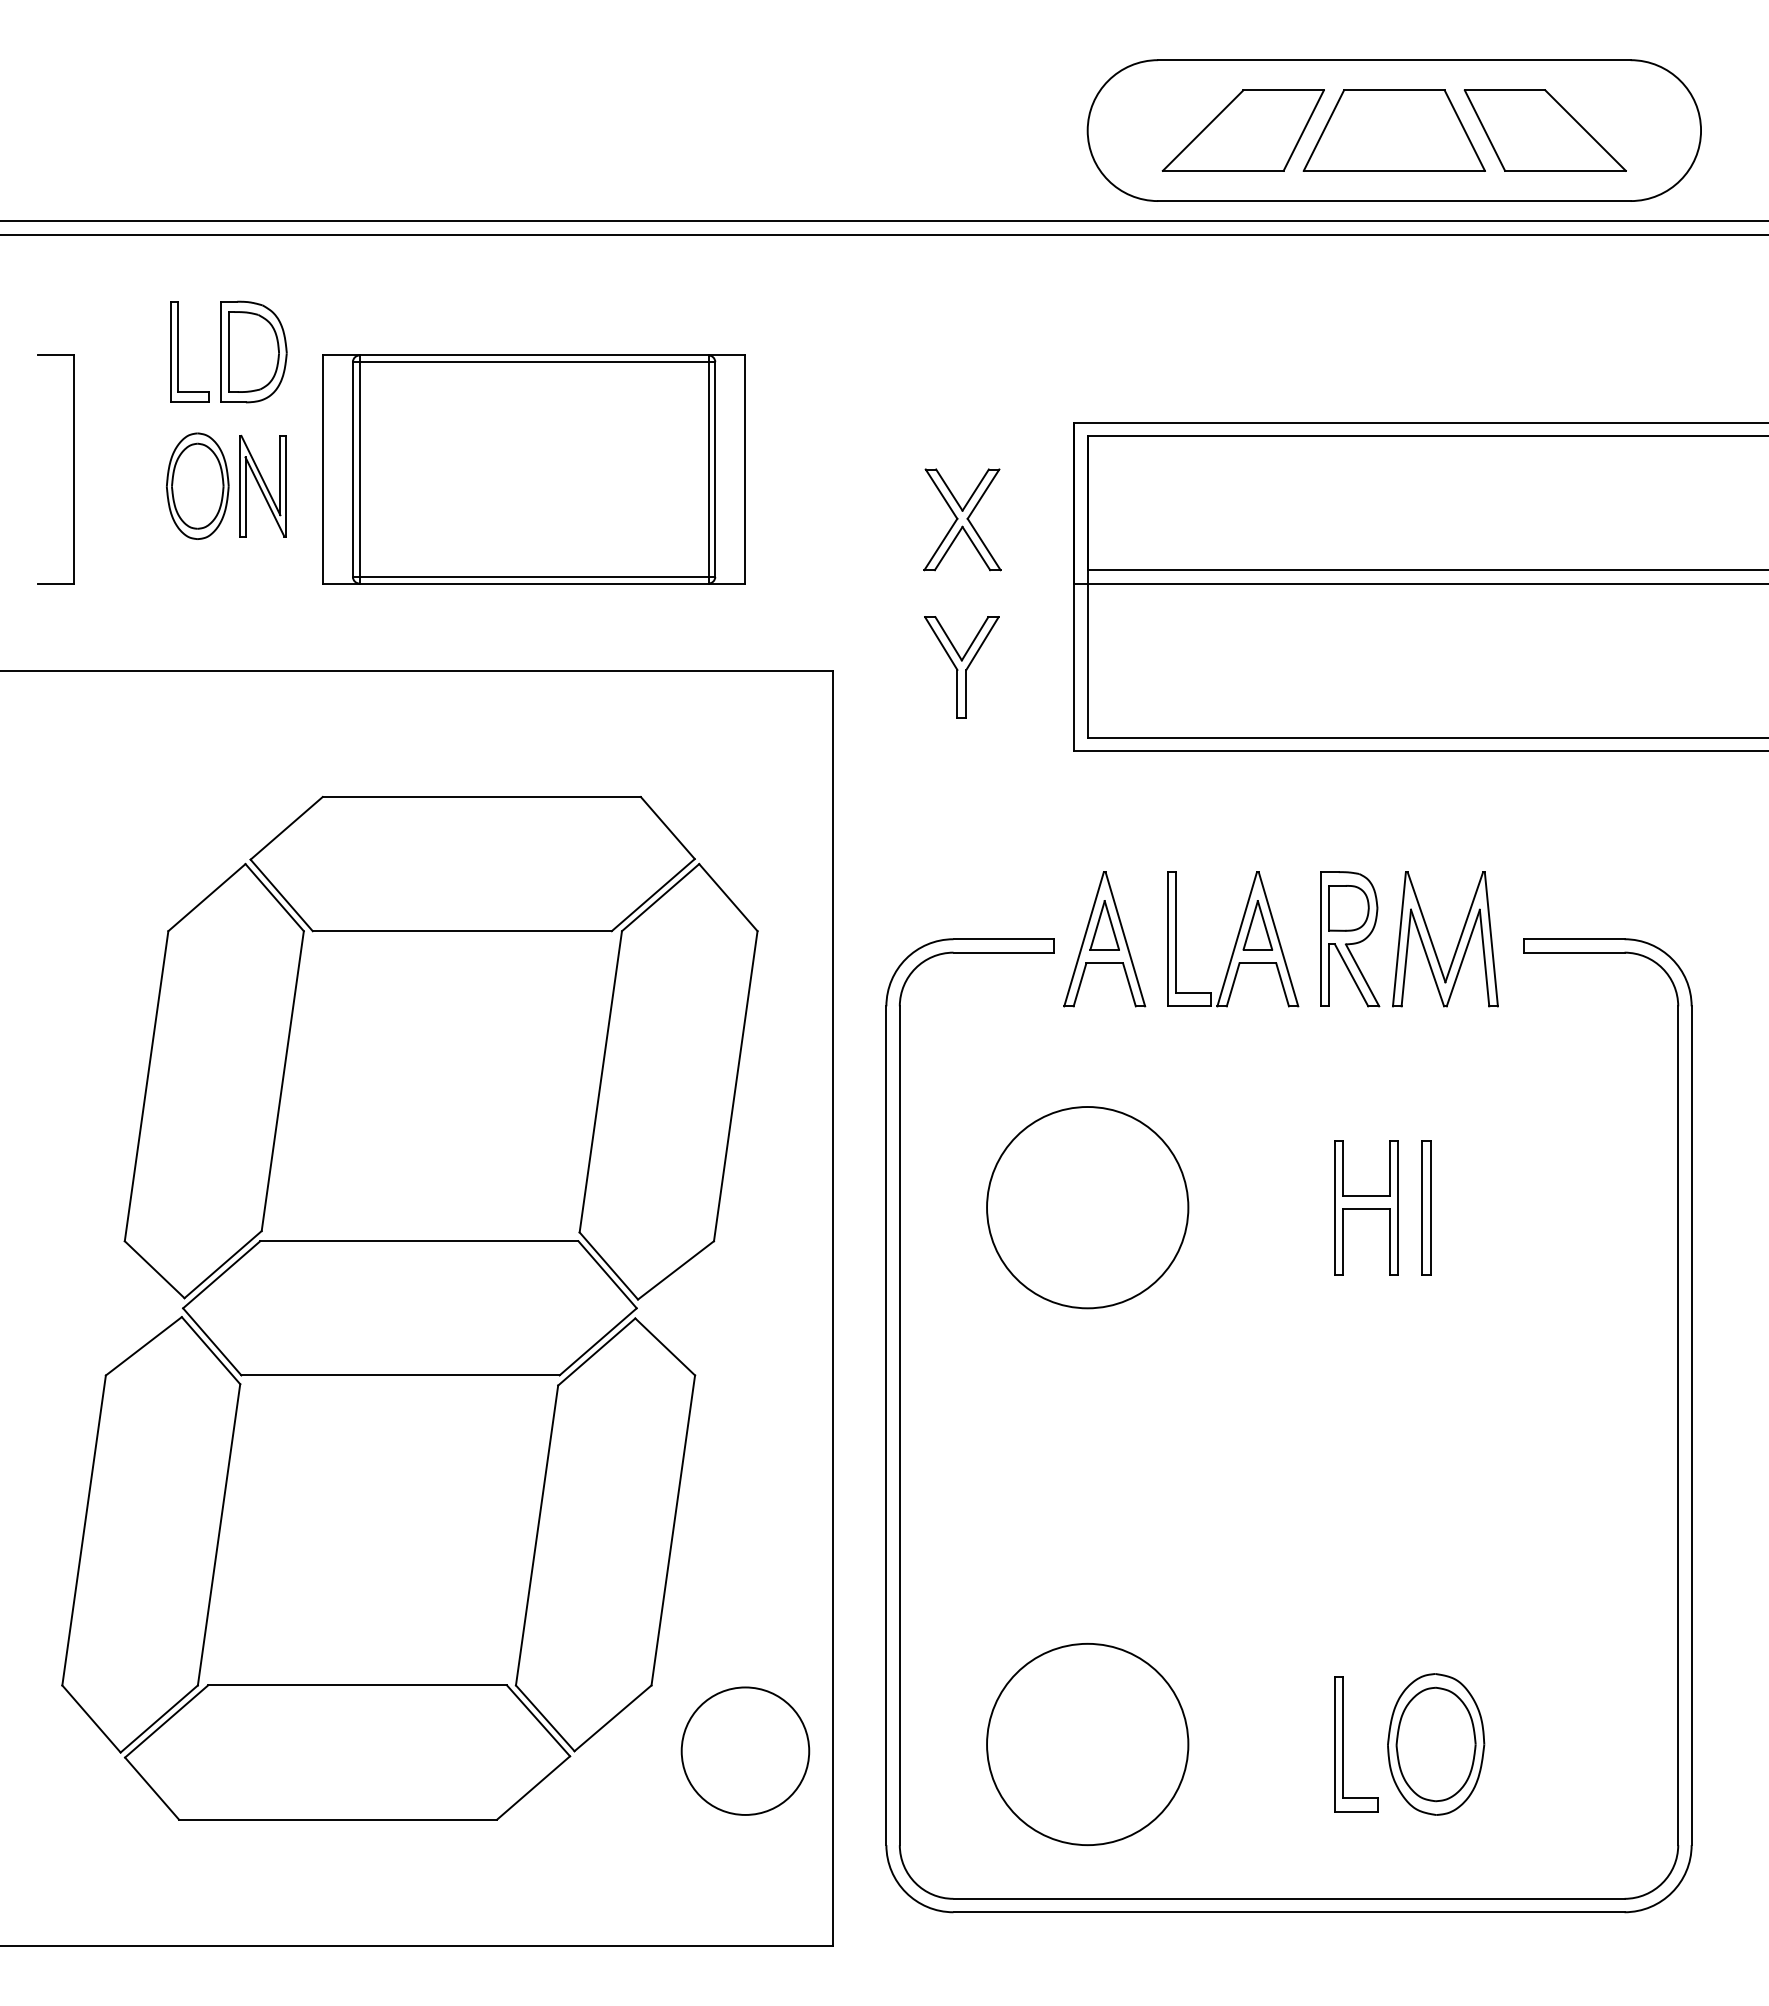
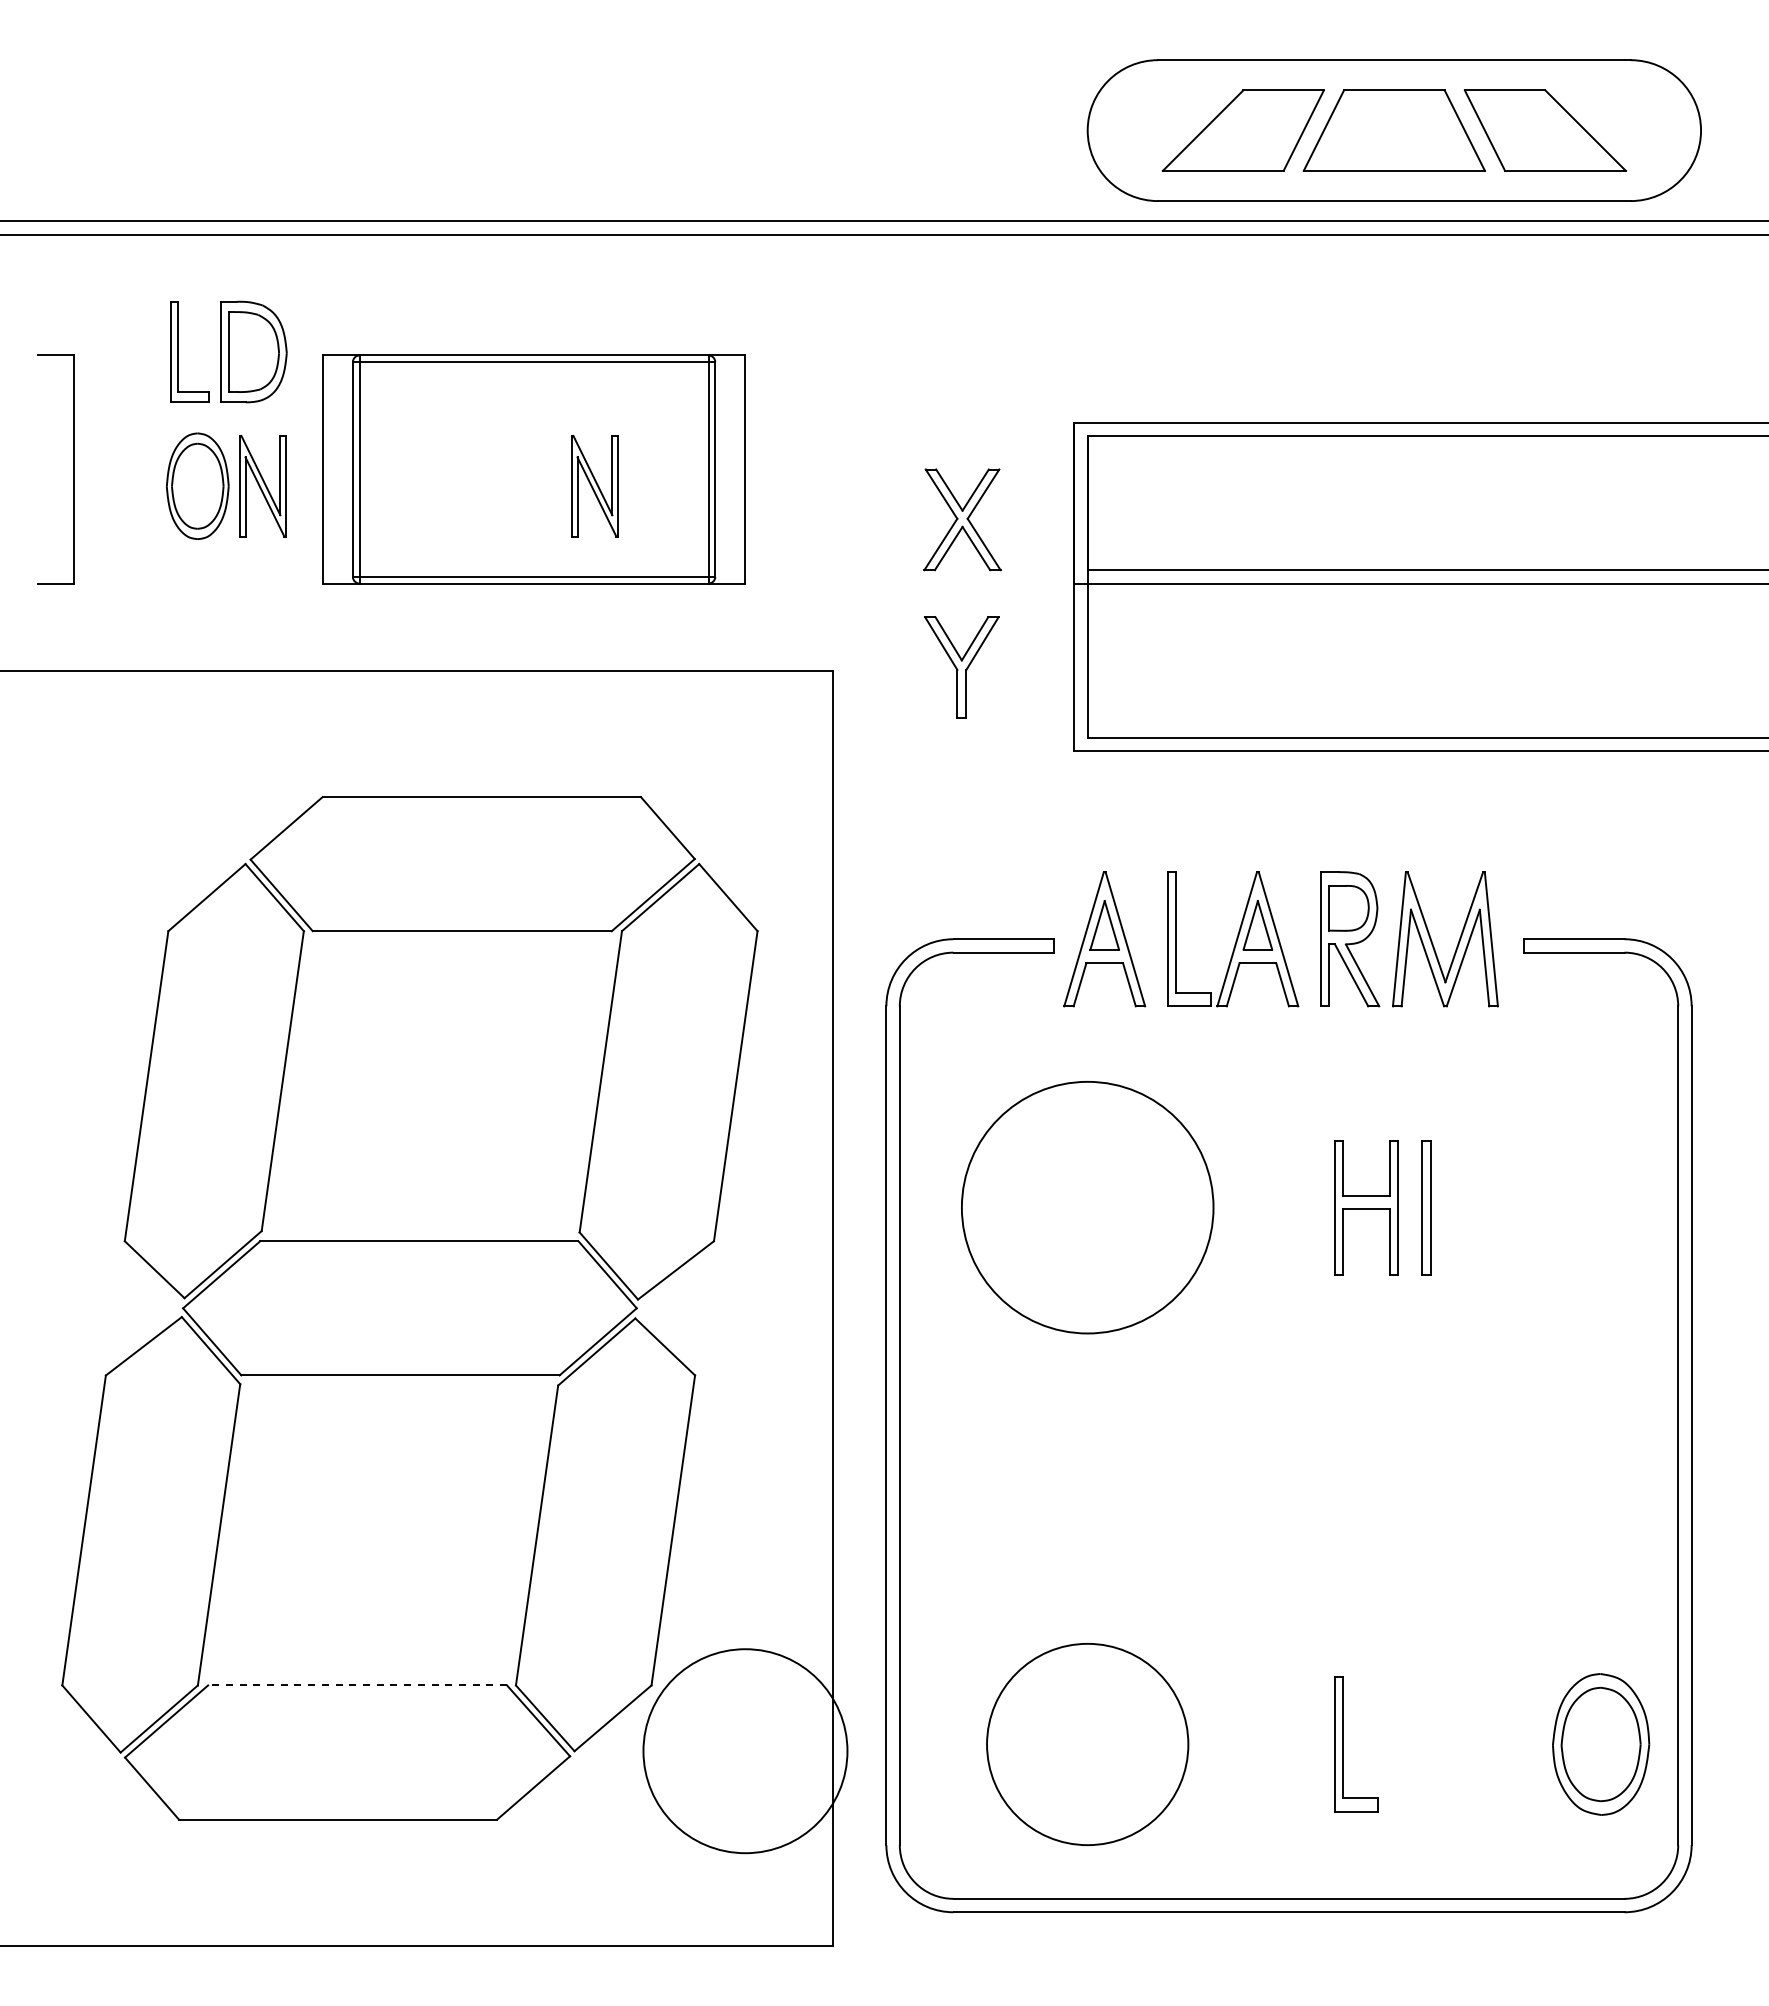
part at (594, 485): none -> present
circle at (1087, 1207) diameter: 201 px -> 252 px
line at (357, 1685): solid -> dashed
part at (1436, 1744) position: (1436, 1744) -> (1601, 1744)
circle at (745, 1750) diameter: 127 px -> 204 px
